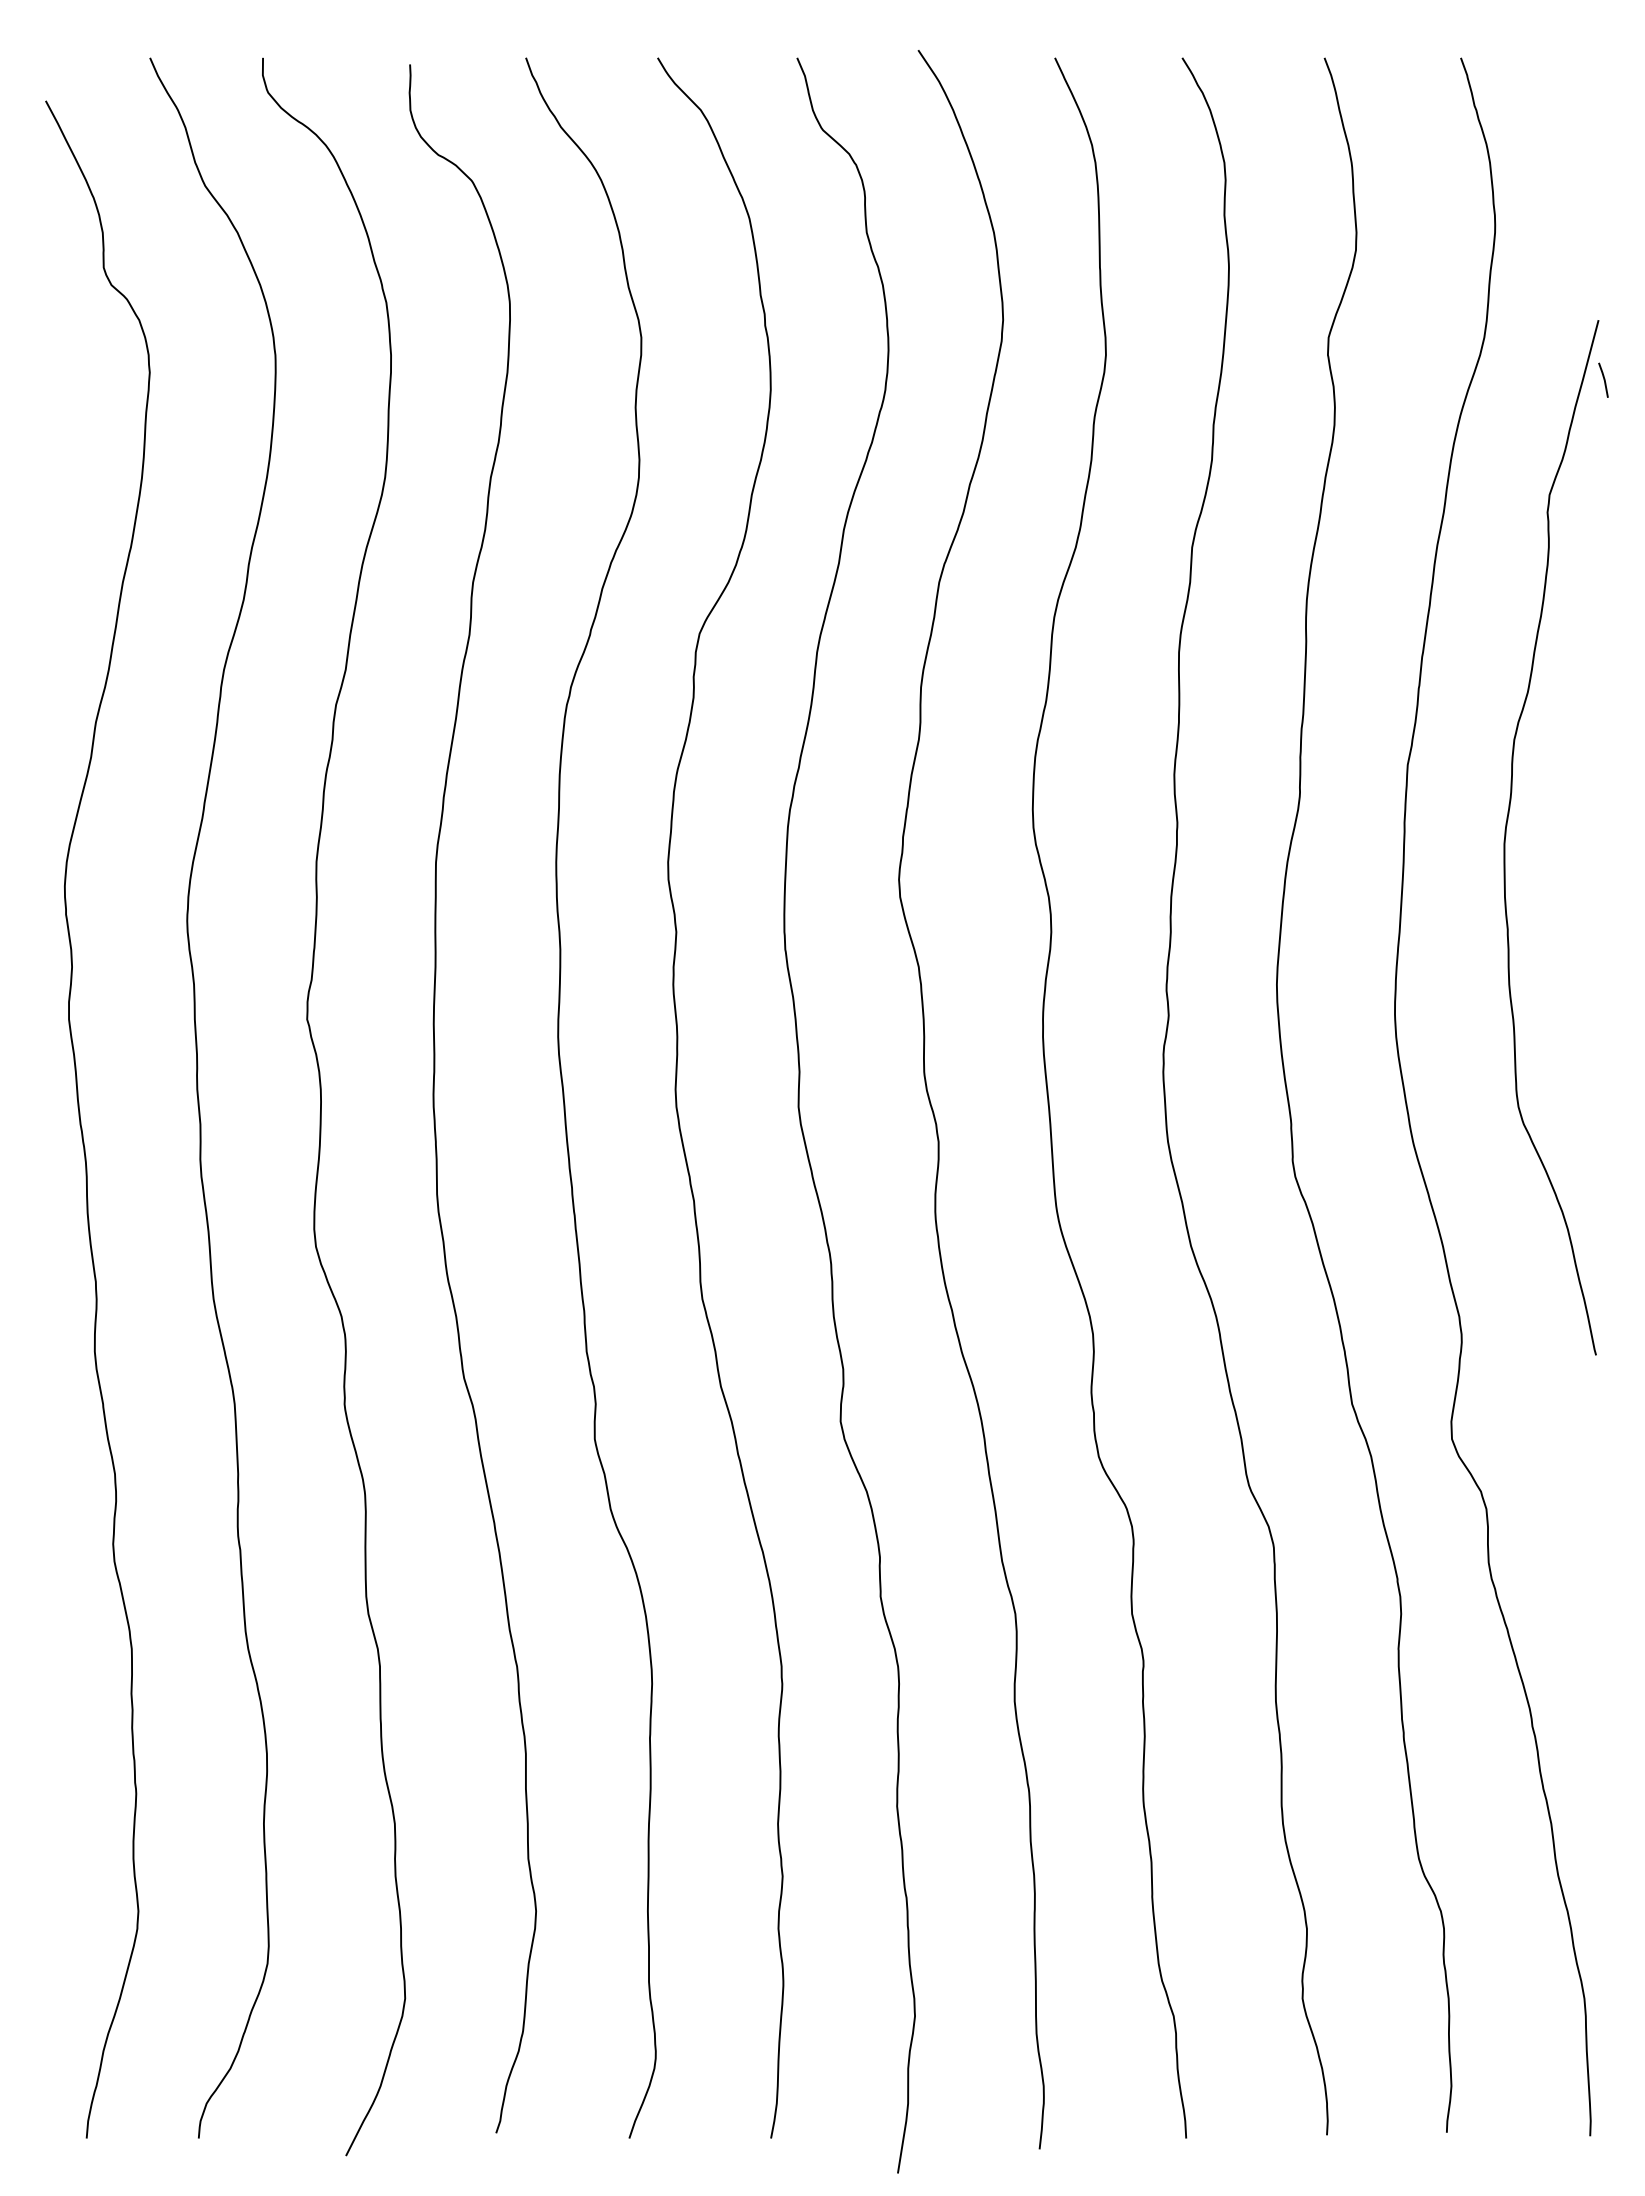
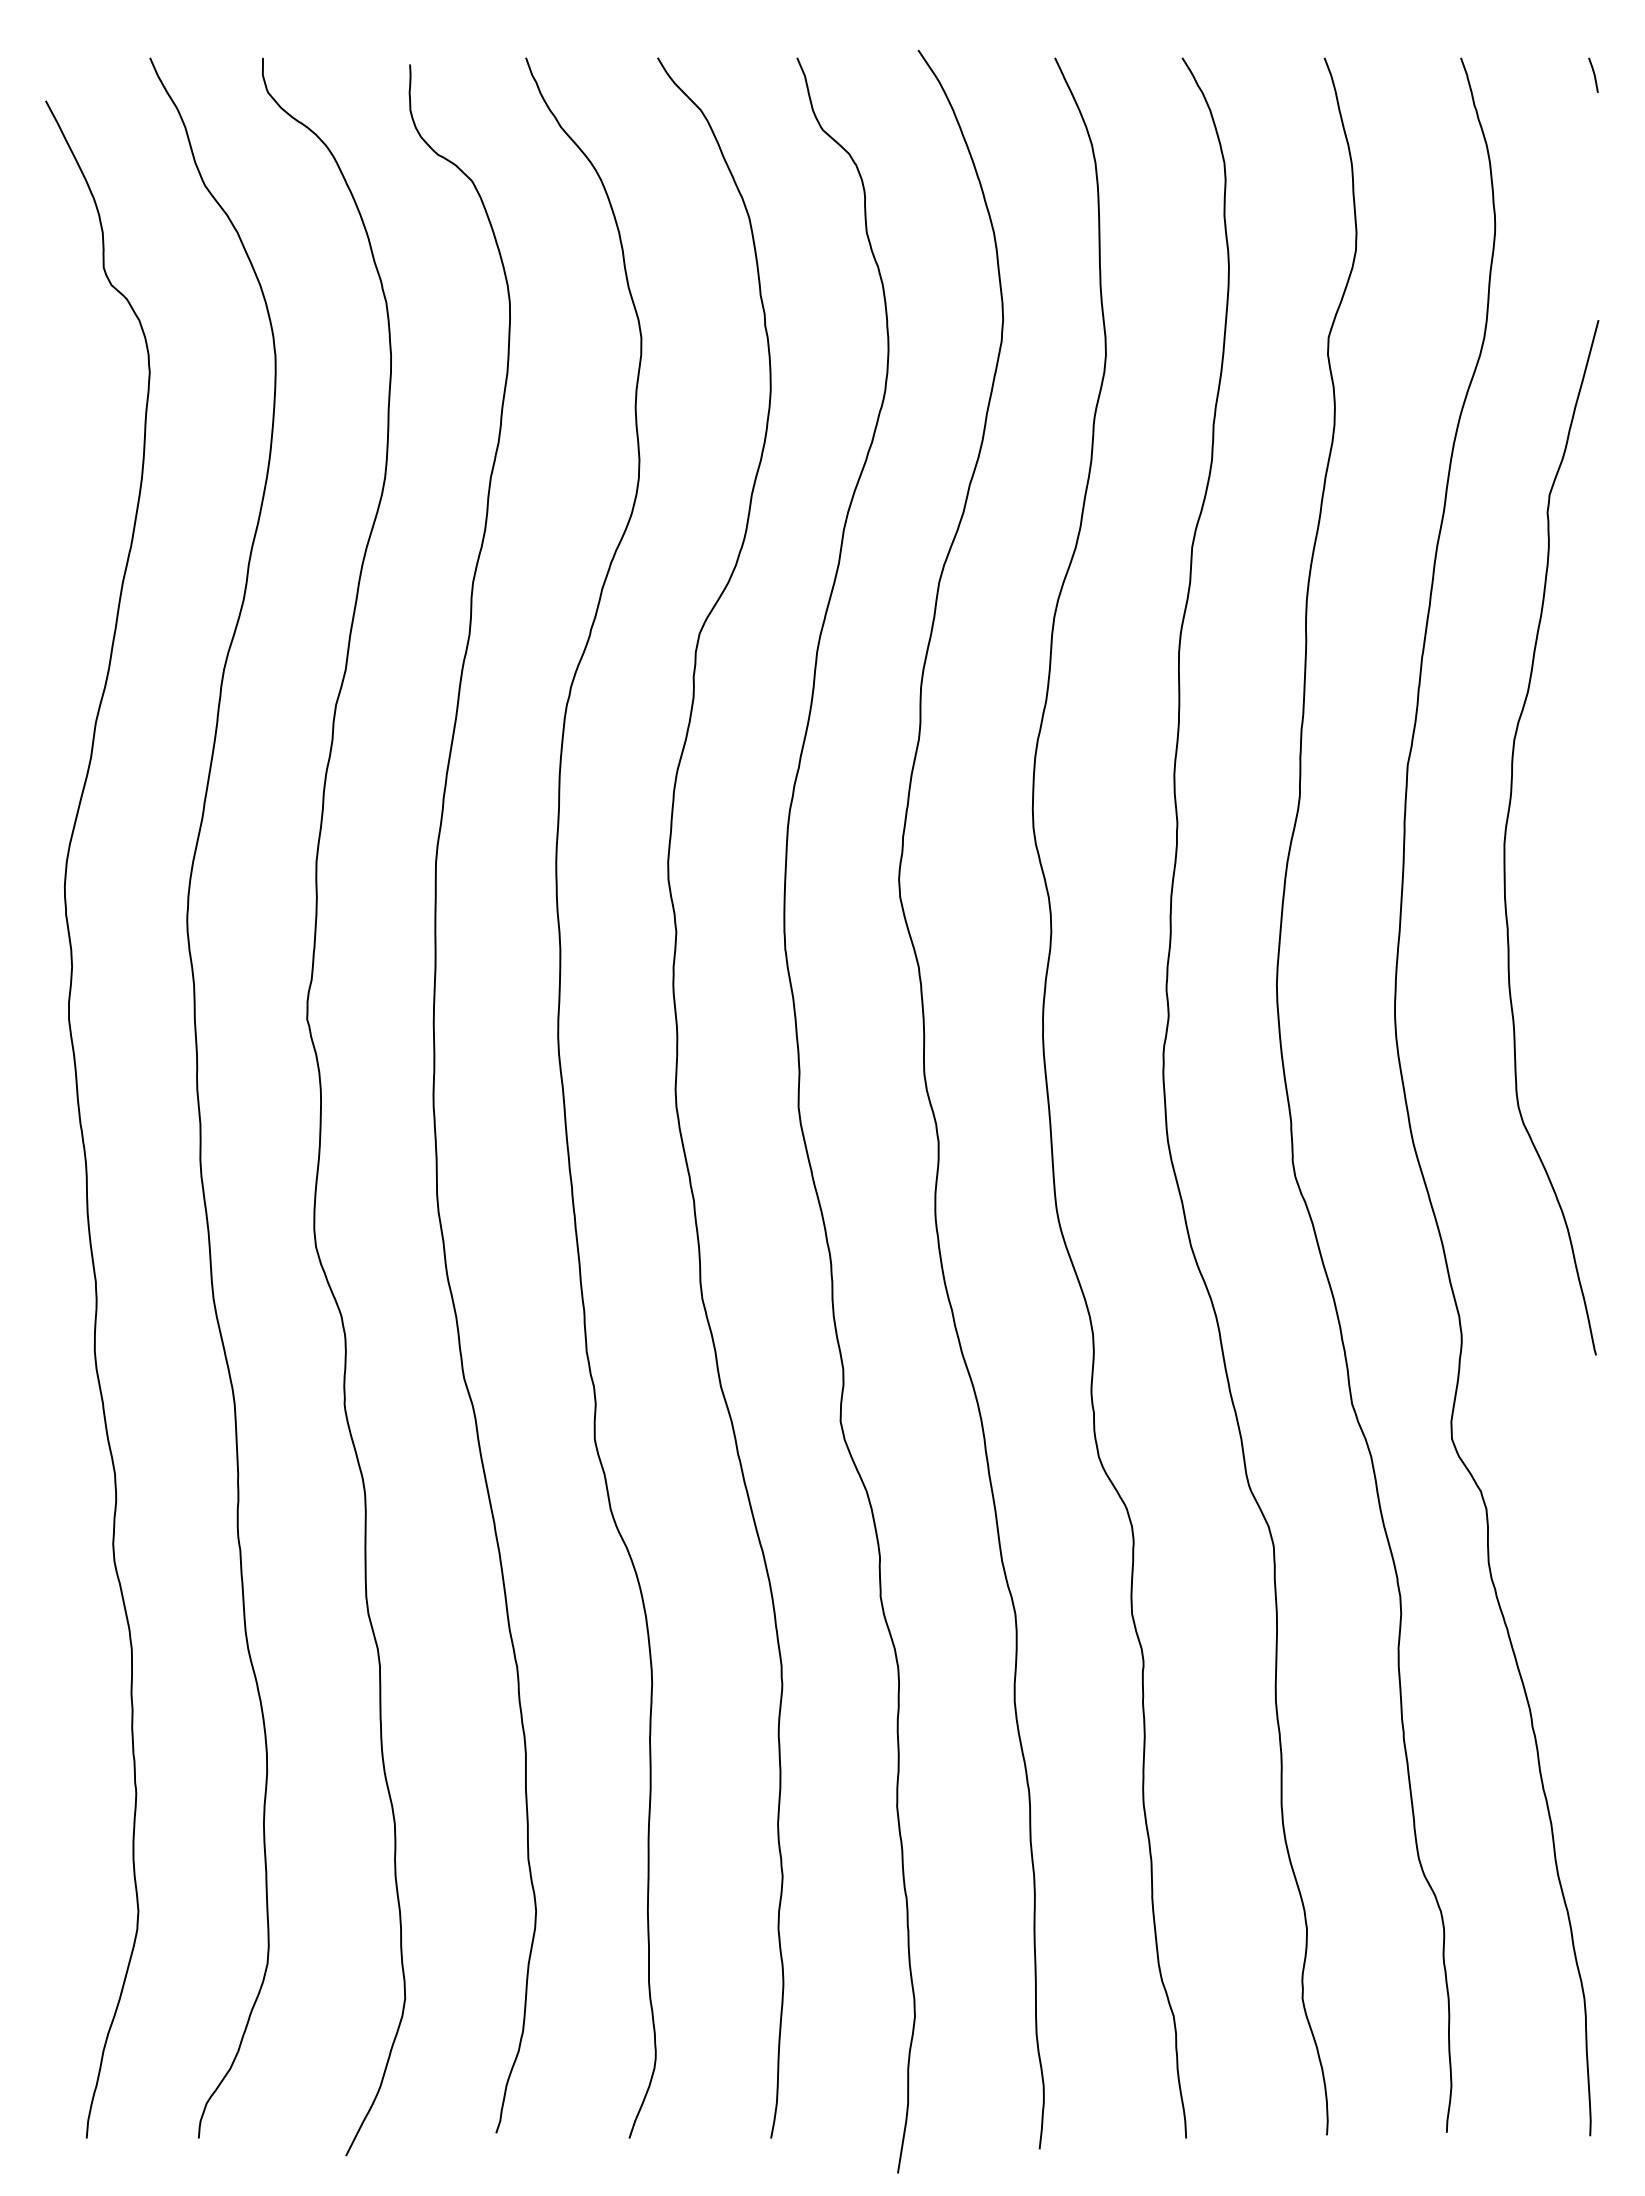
line at (1603, 379) position: (1603, 379) -> (1593, 74)
